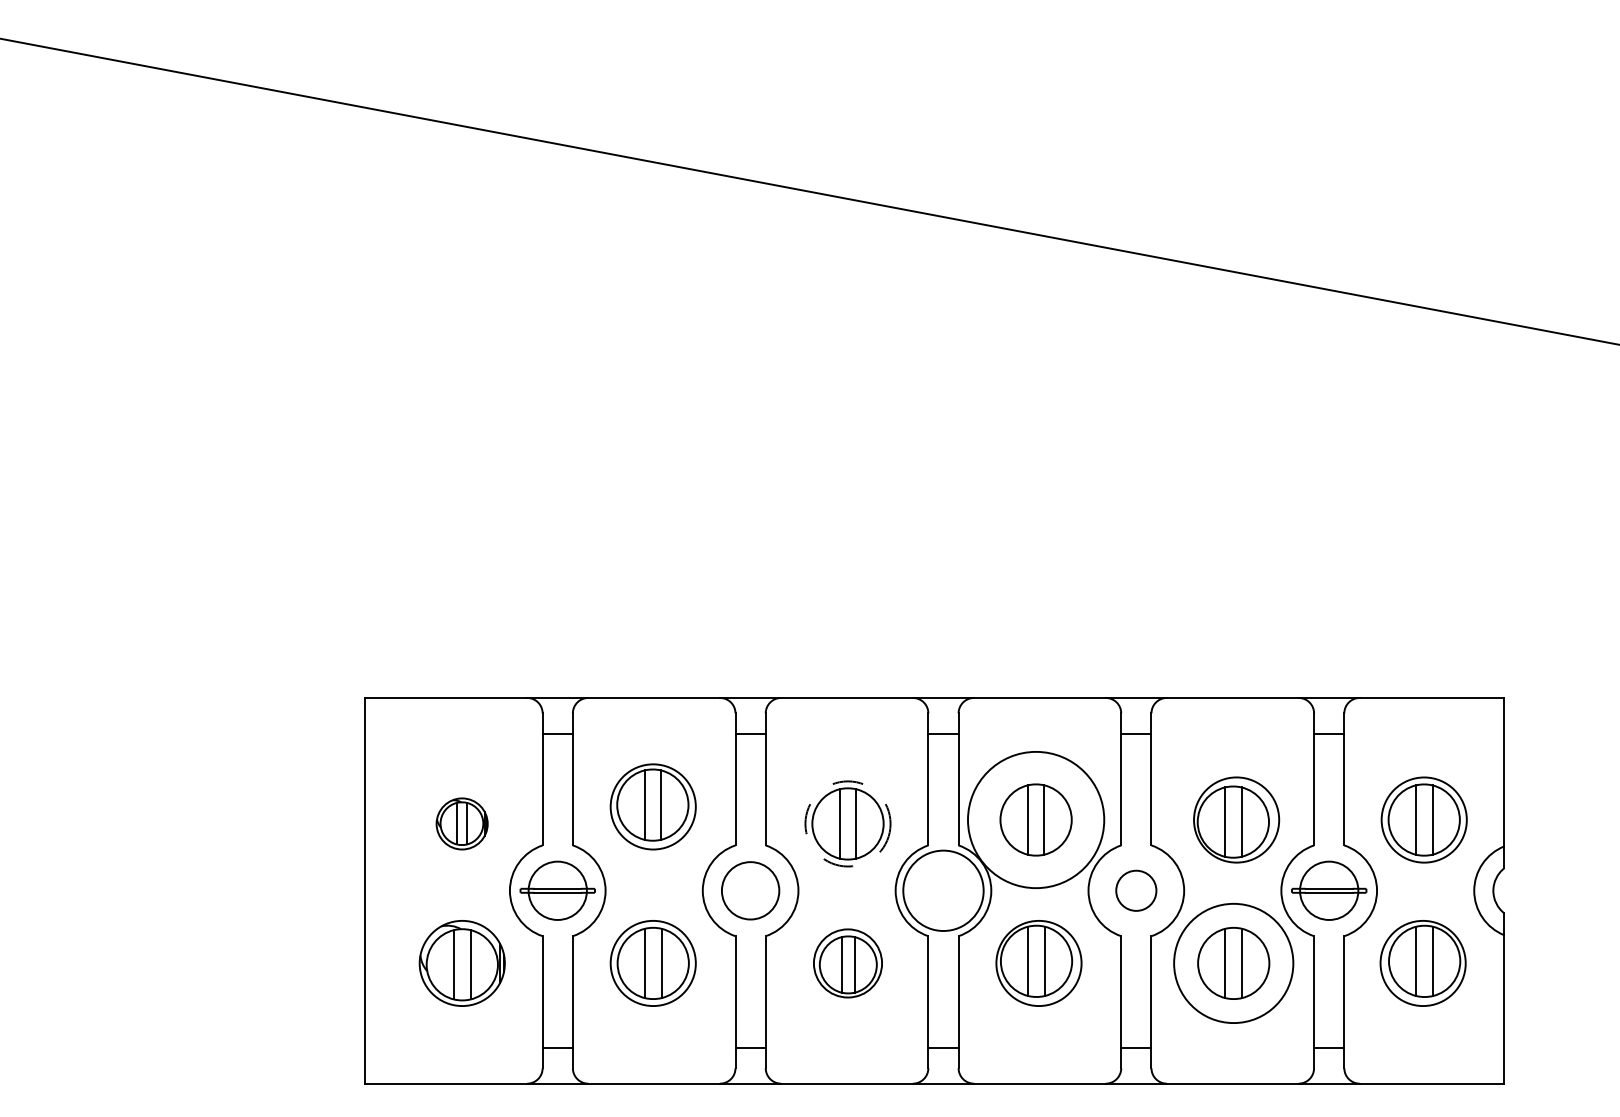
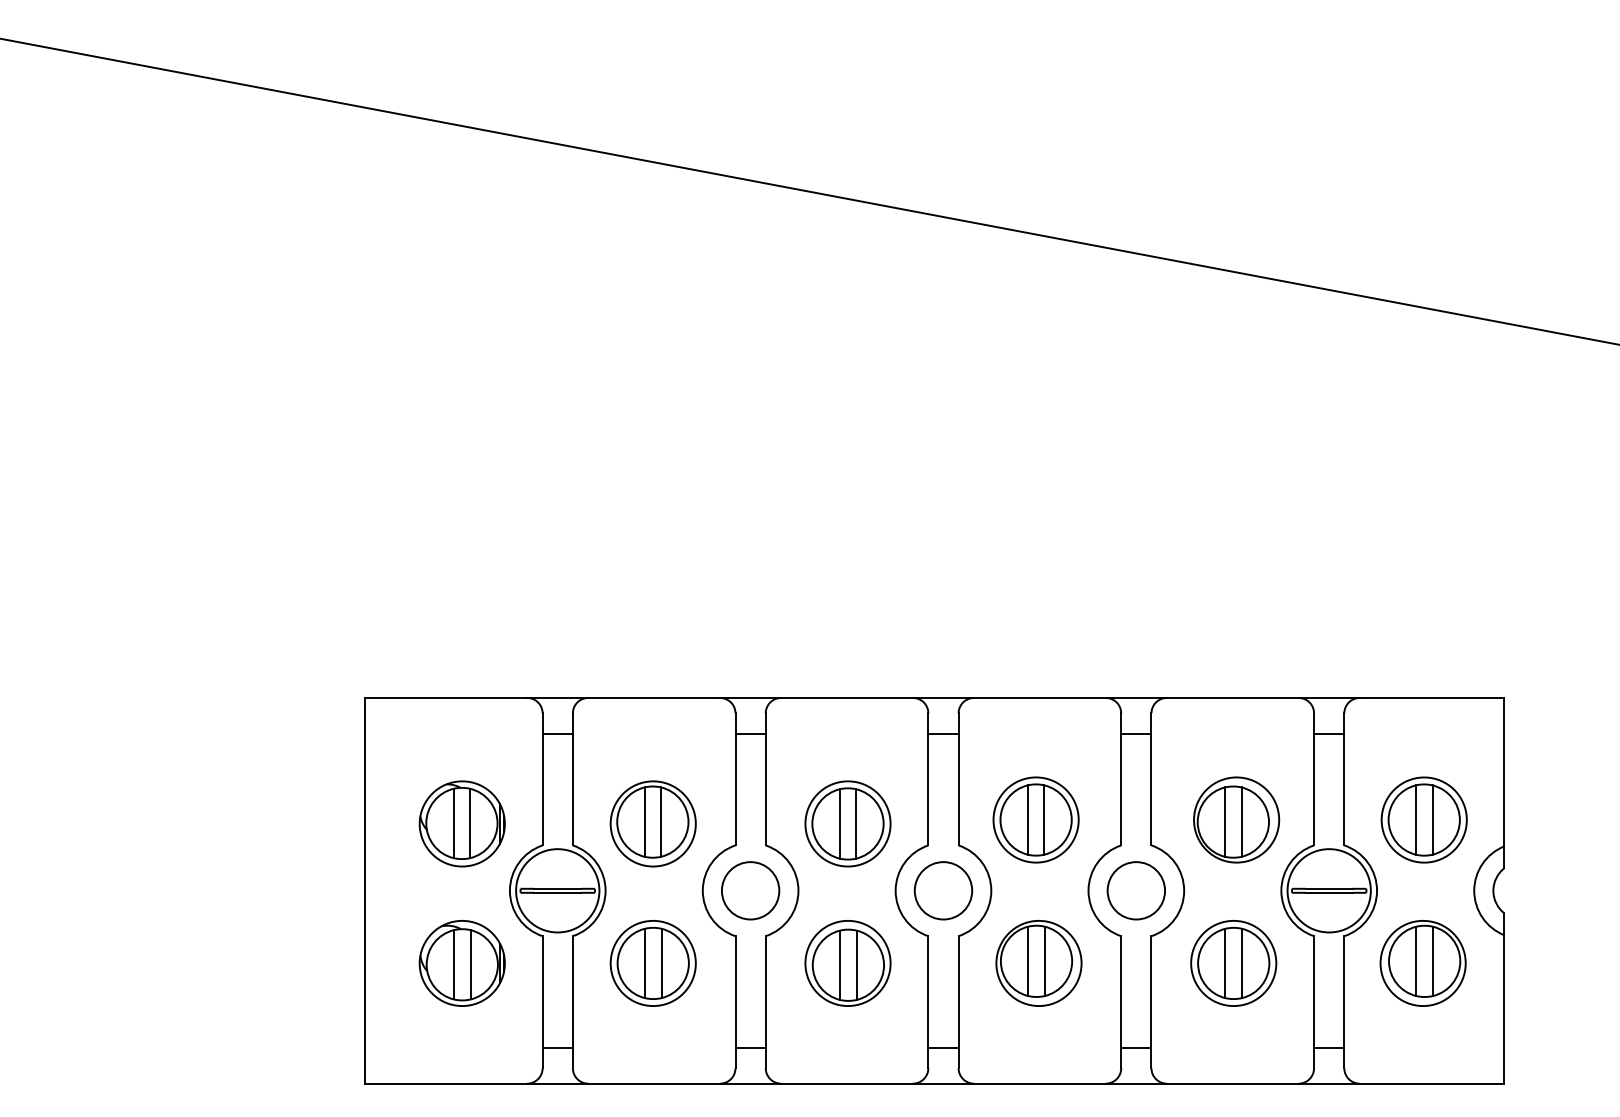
part at (652, 806) position: (652, 806) -> (652, 823)
circle at (1035, 819) diameter: 136 px -> 85 px
part at (461, 823) size: 54x54 px -> 88x88 px
circle at (847, 823): dashed -> solid
circle at (557, 890) diameter: 58 px -> 83 px
circle at (943, 890) diameter: 80 px -> 57 px
circle at (1136, 890) diameter: 40 px -> 57 px
circle at (1329, 890) diameter: 58 px -> 83 px
part at (847, 963) size: 70x71 px -> 88x87 px
circle at (1233, 963) diameter: 119 px -> 85 px
